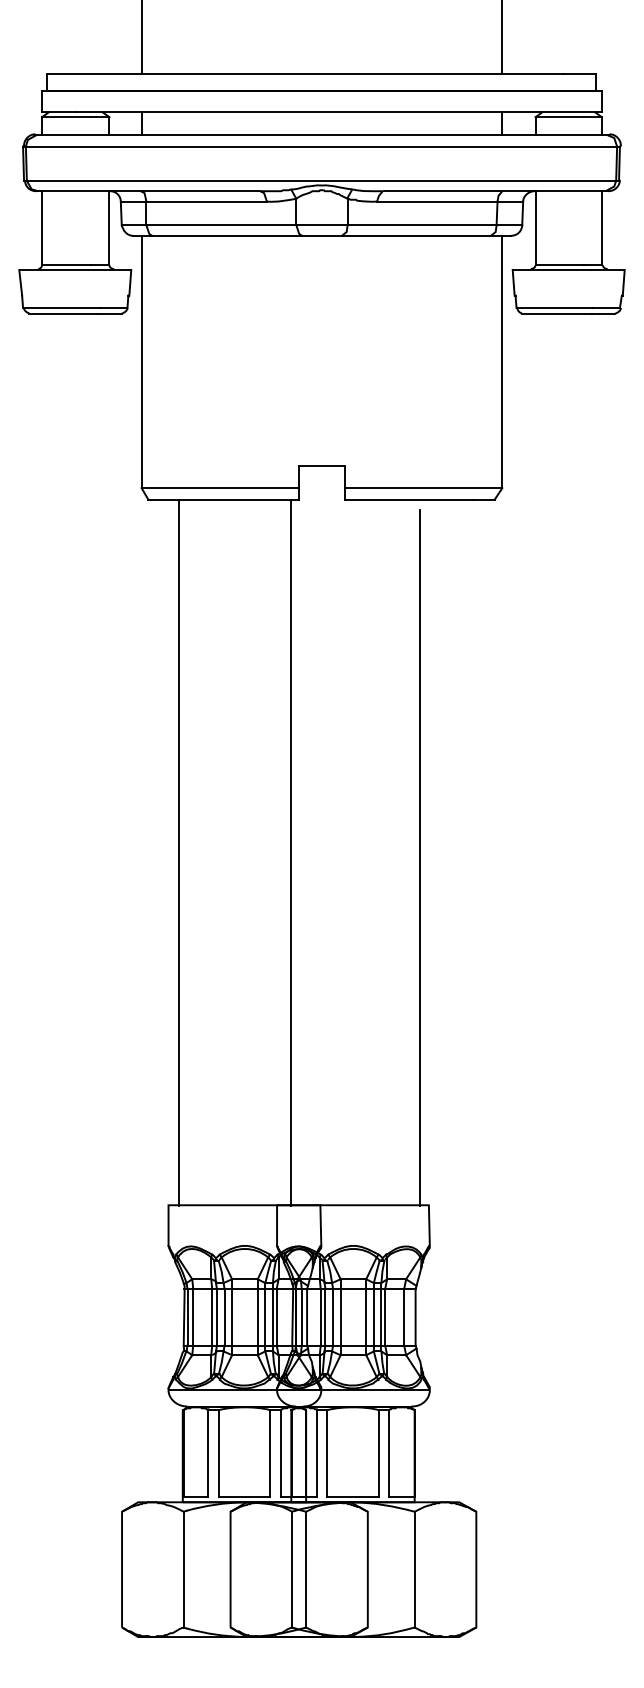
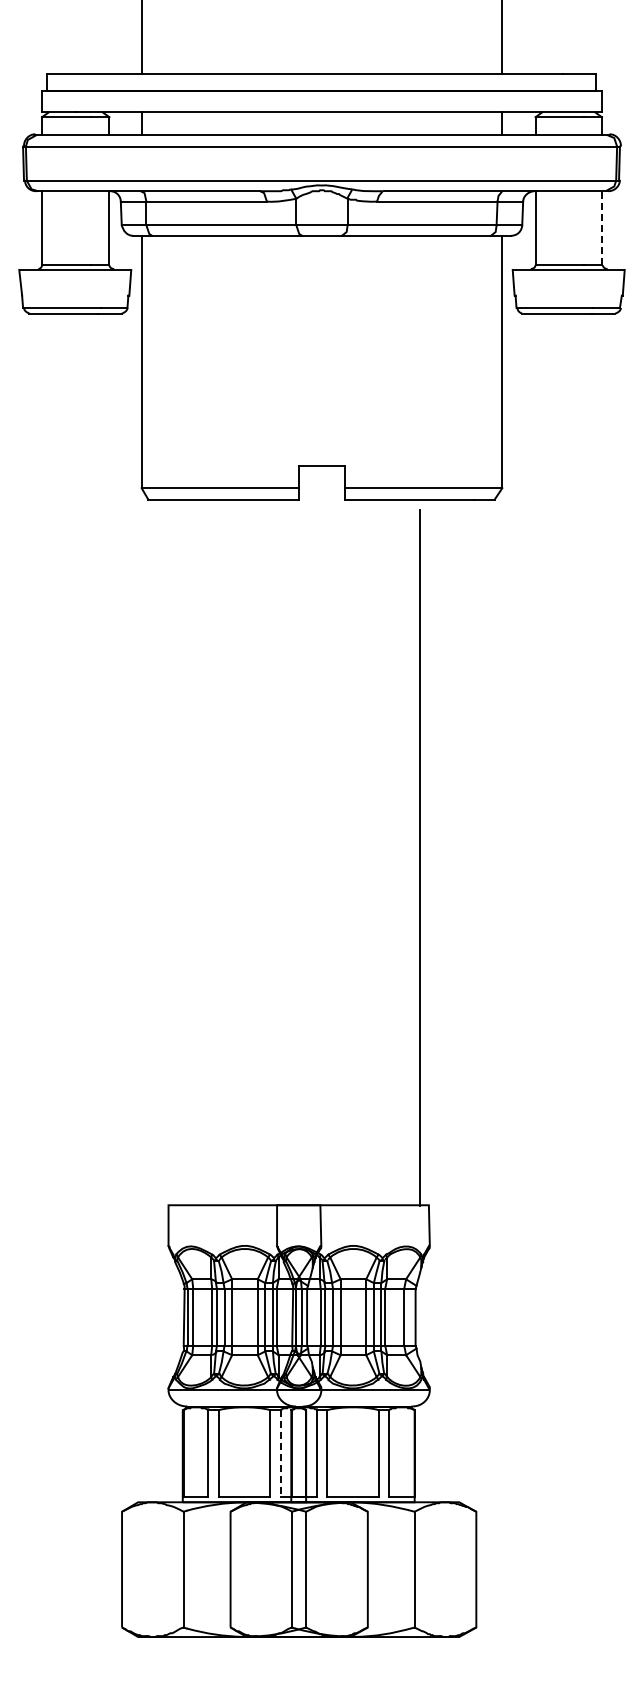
line at (601, 227): solid -> dashed
line at (178, 852): present -> none
line at (290, 852): present -> none
line at (280, 1453): solid -> dashed
